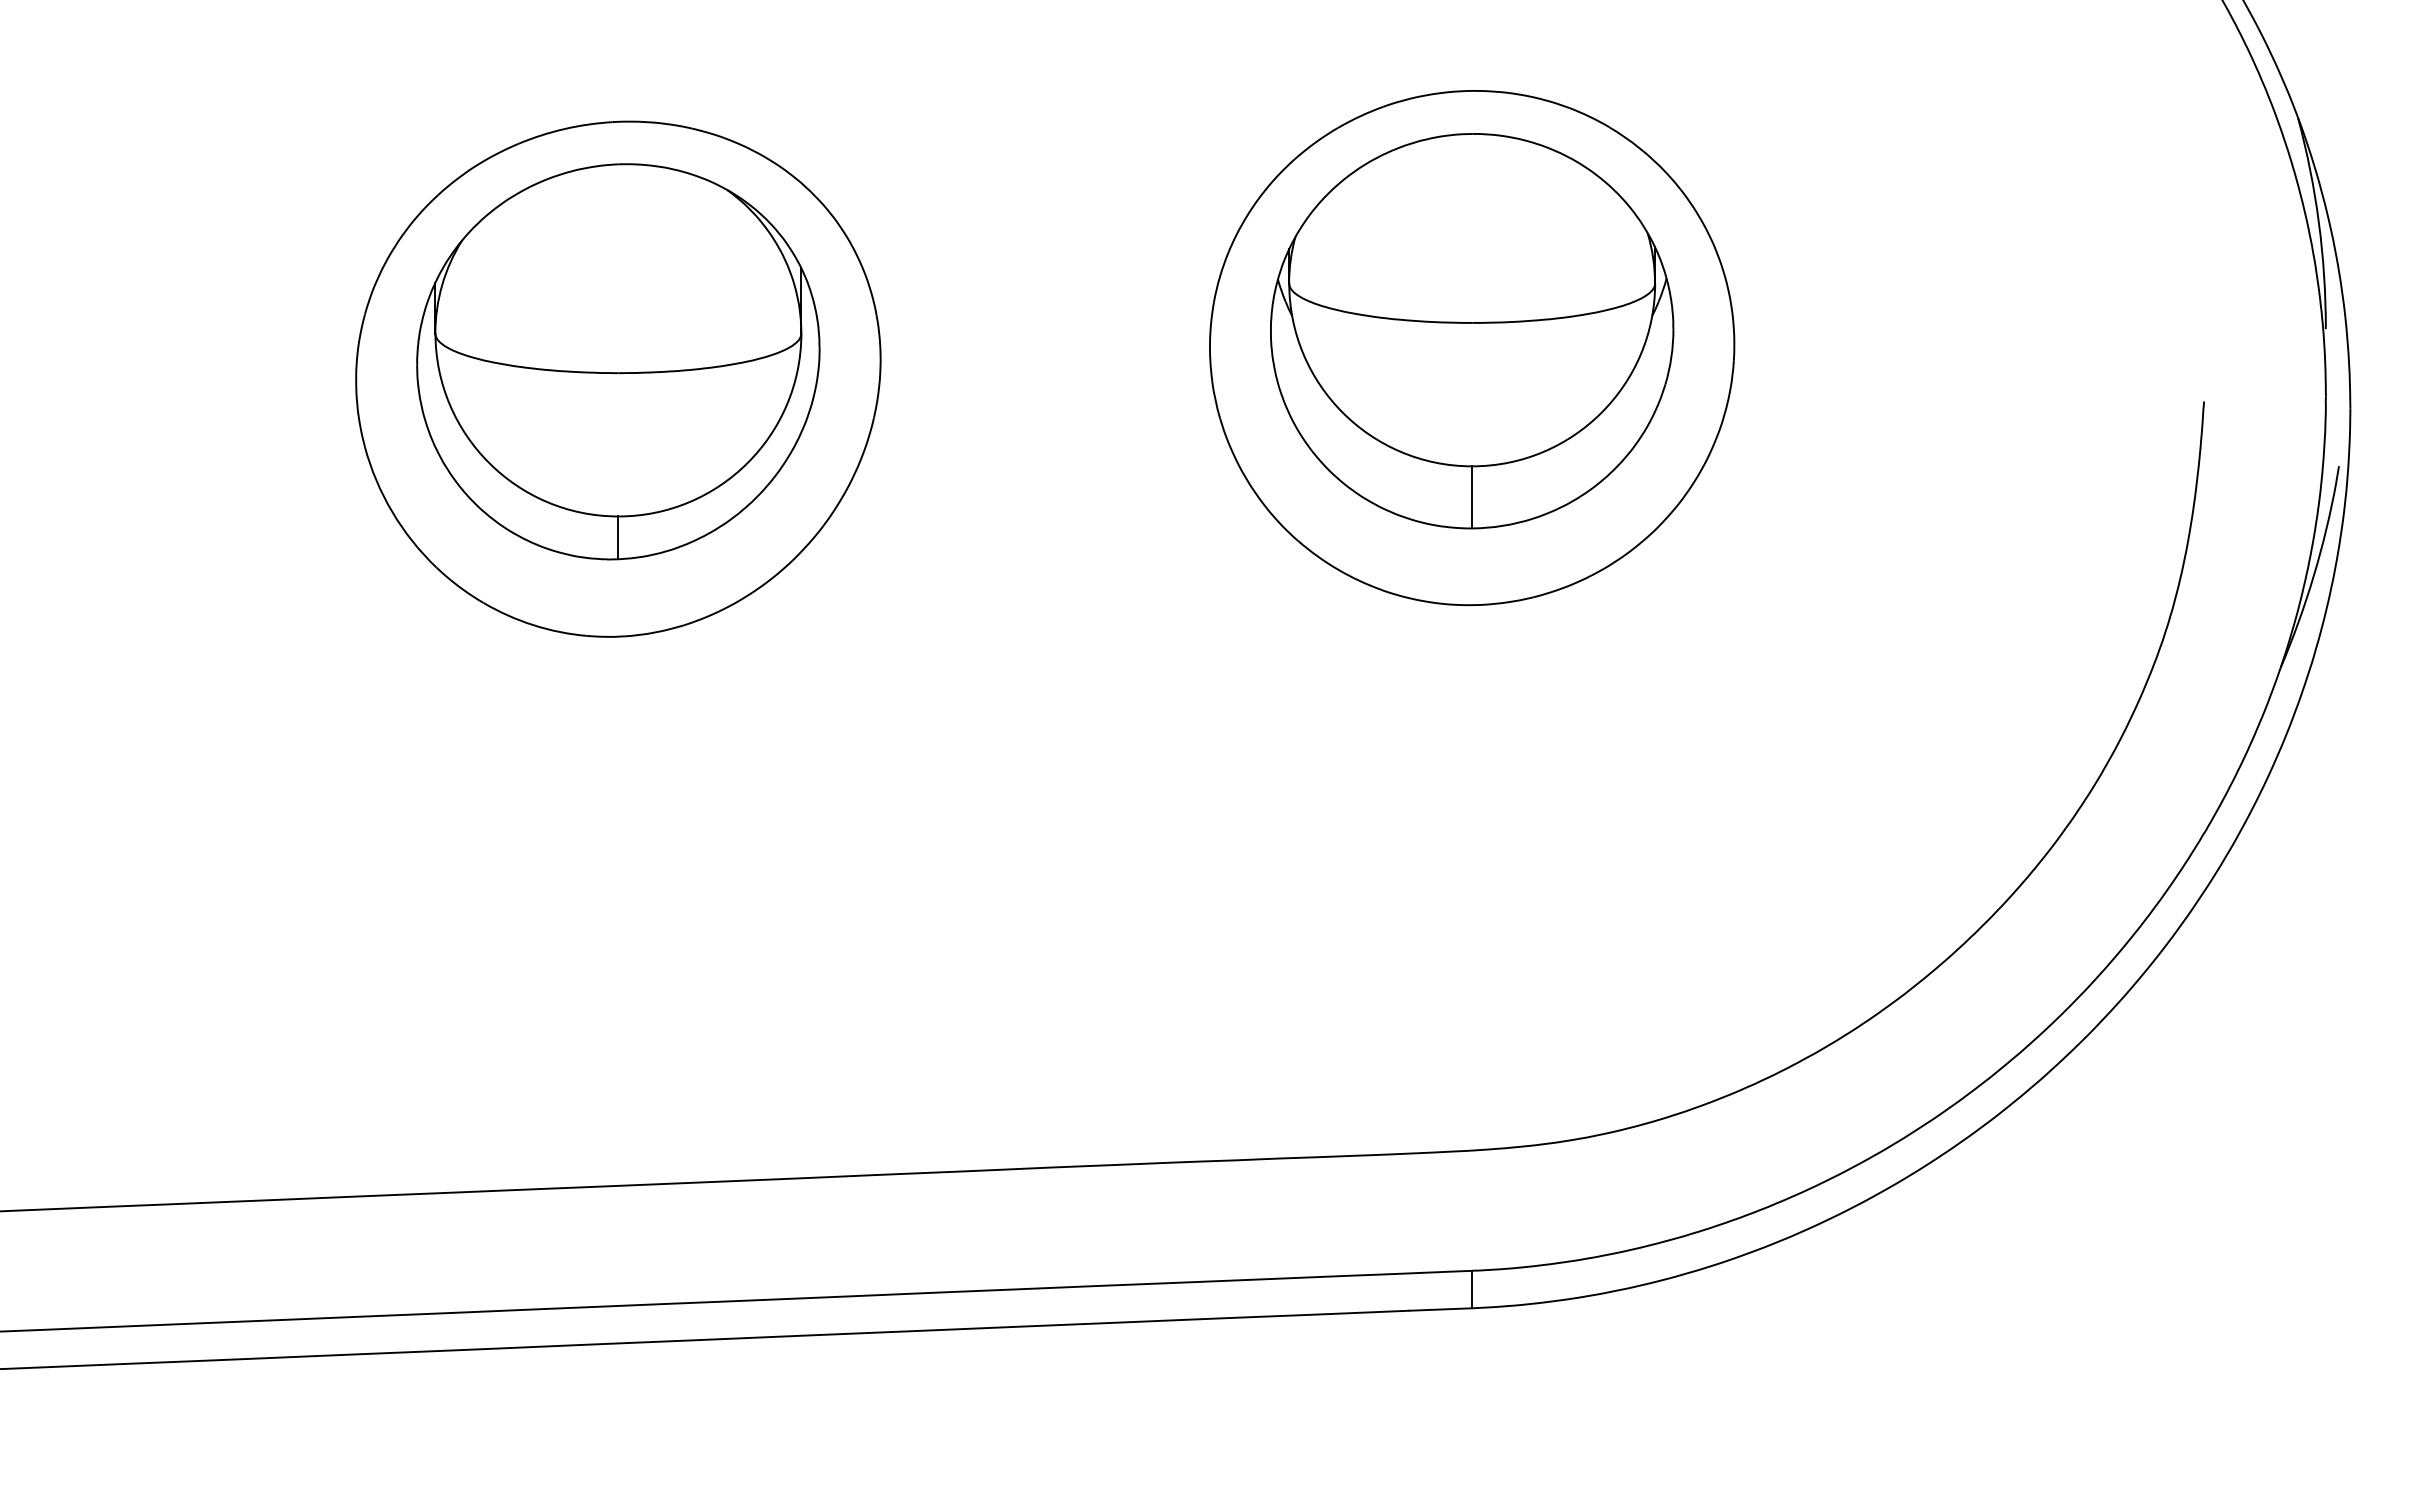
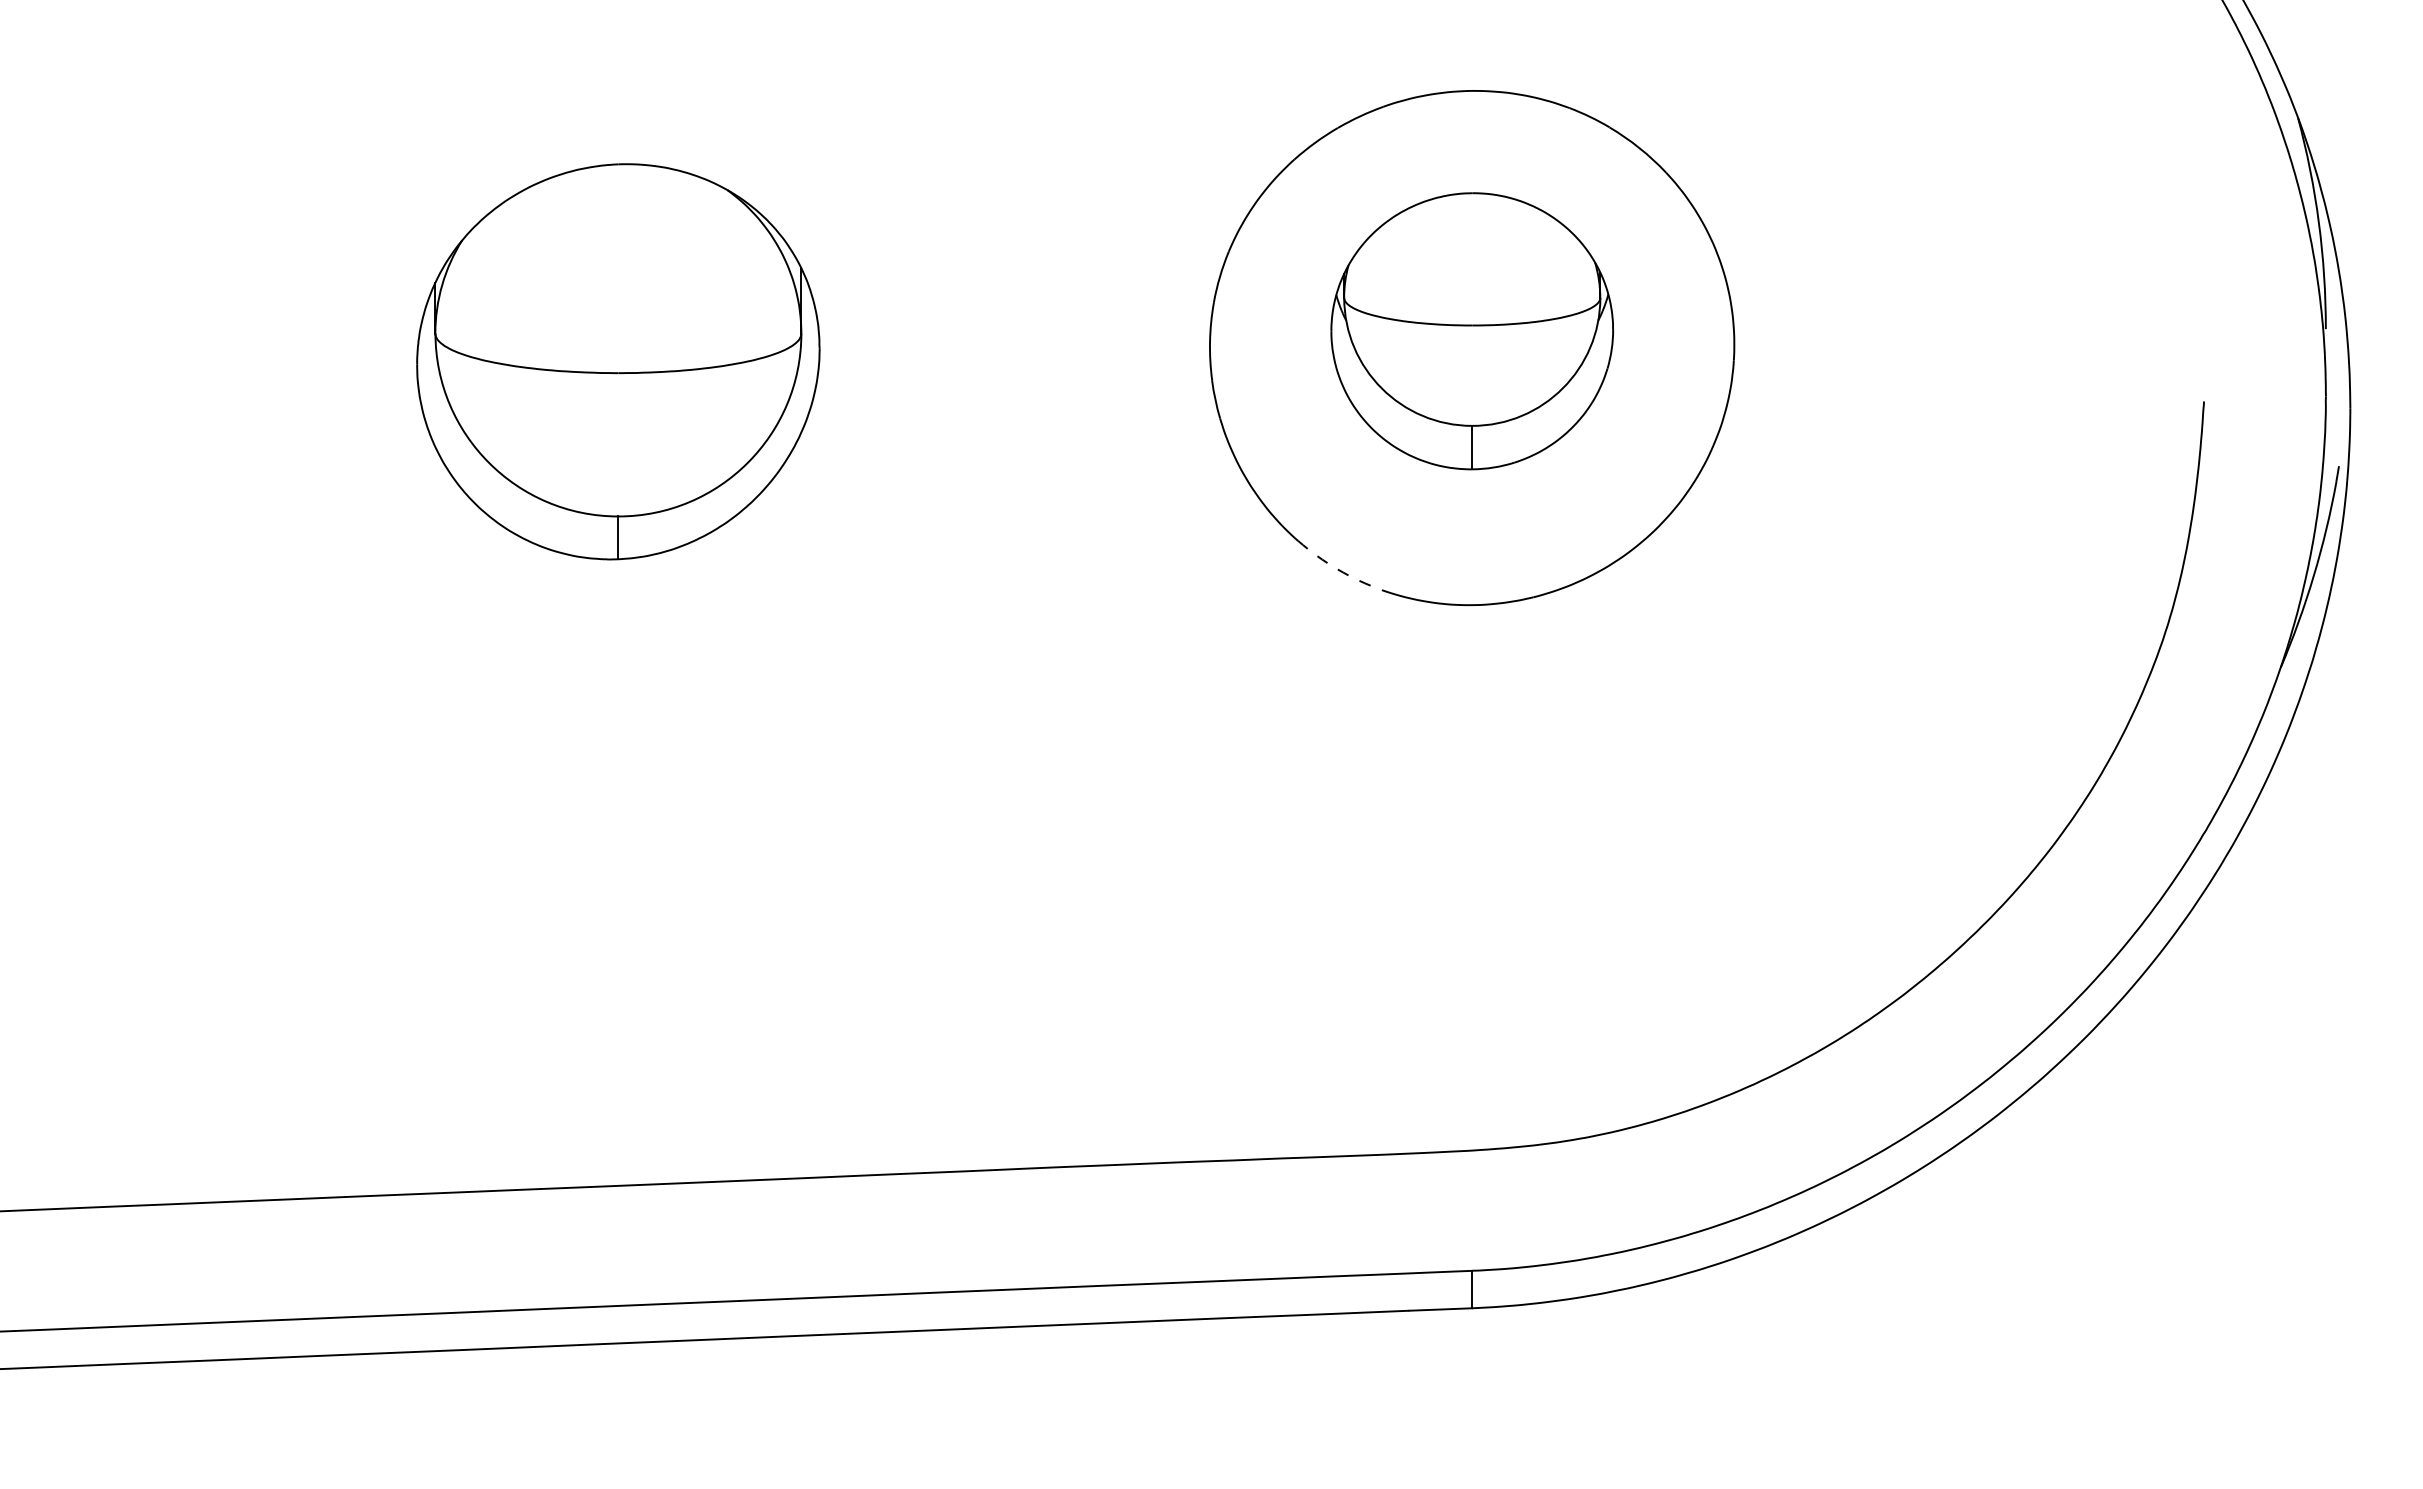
part at (1472, 331) size: 405x397 px -> 285x279 px
part at (618, 378): present -> none
arc at (1337, 569): solid -> dashed
